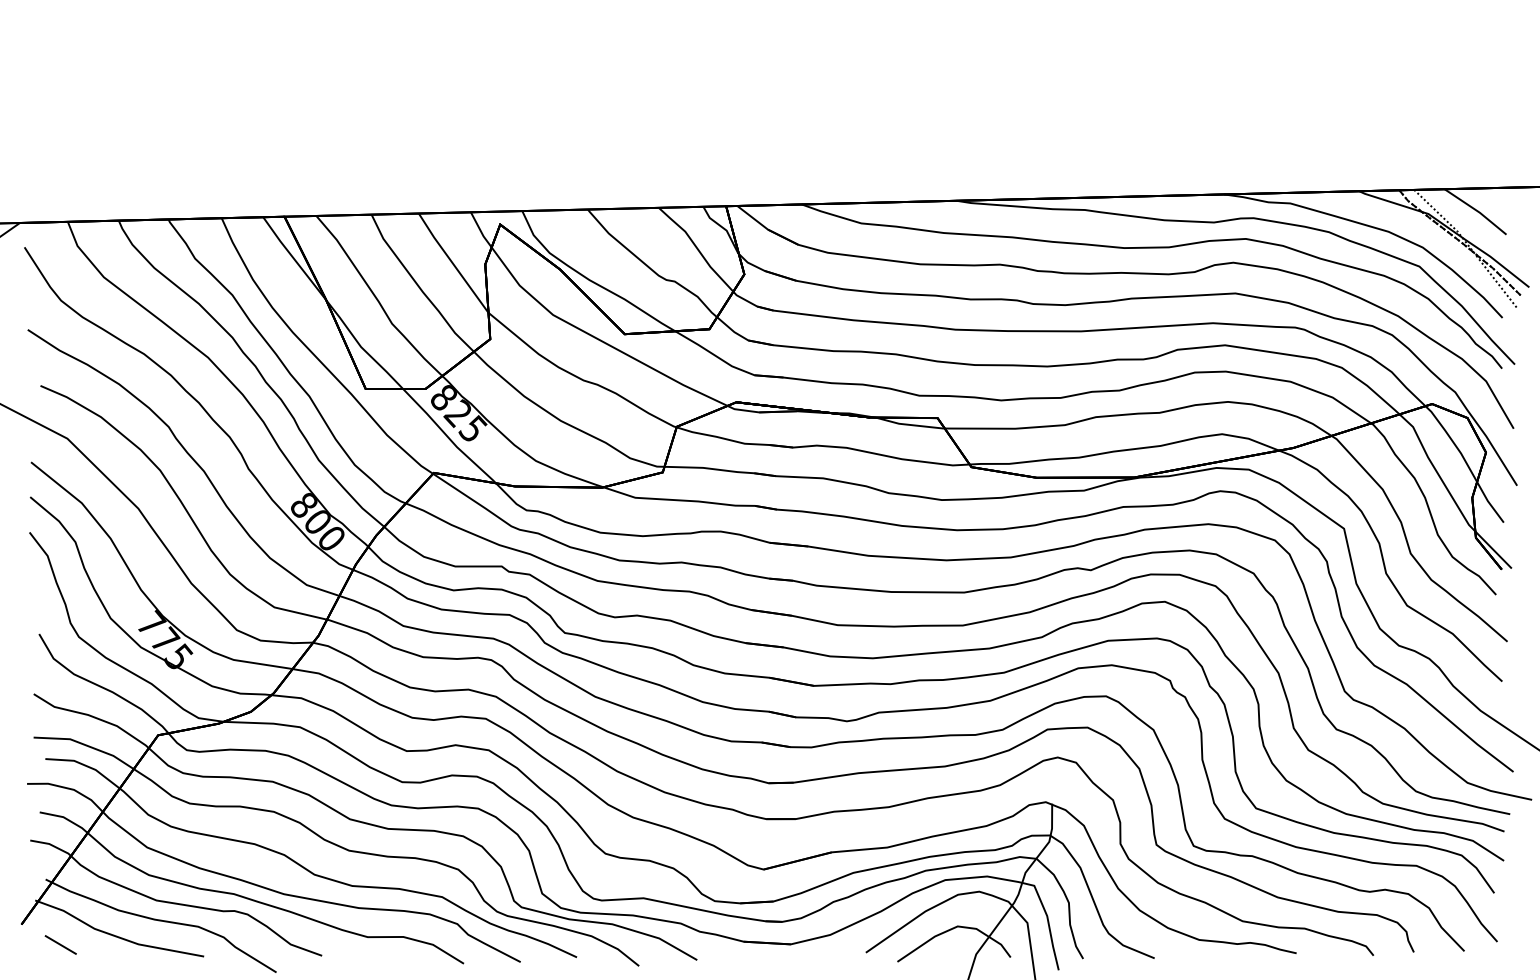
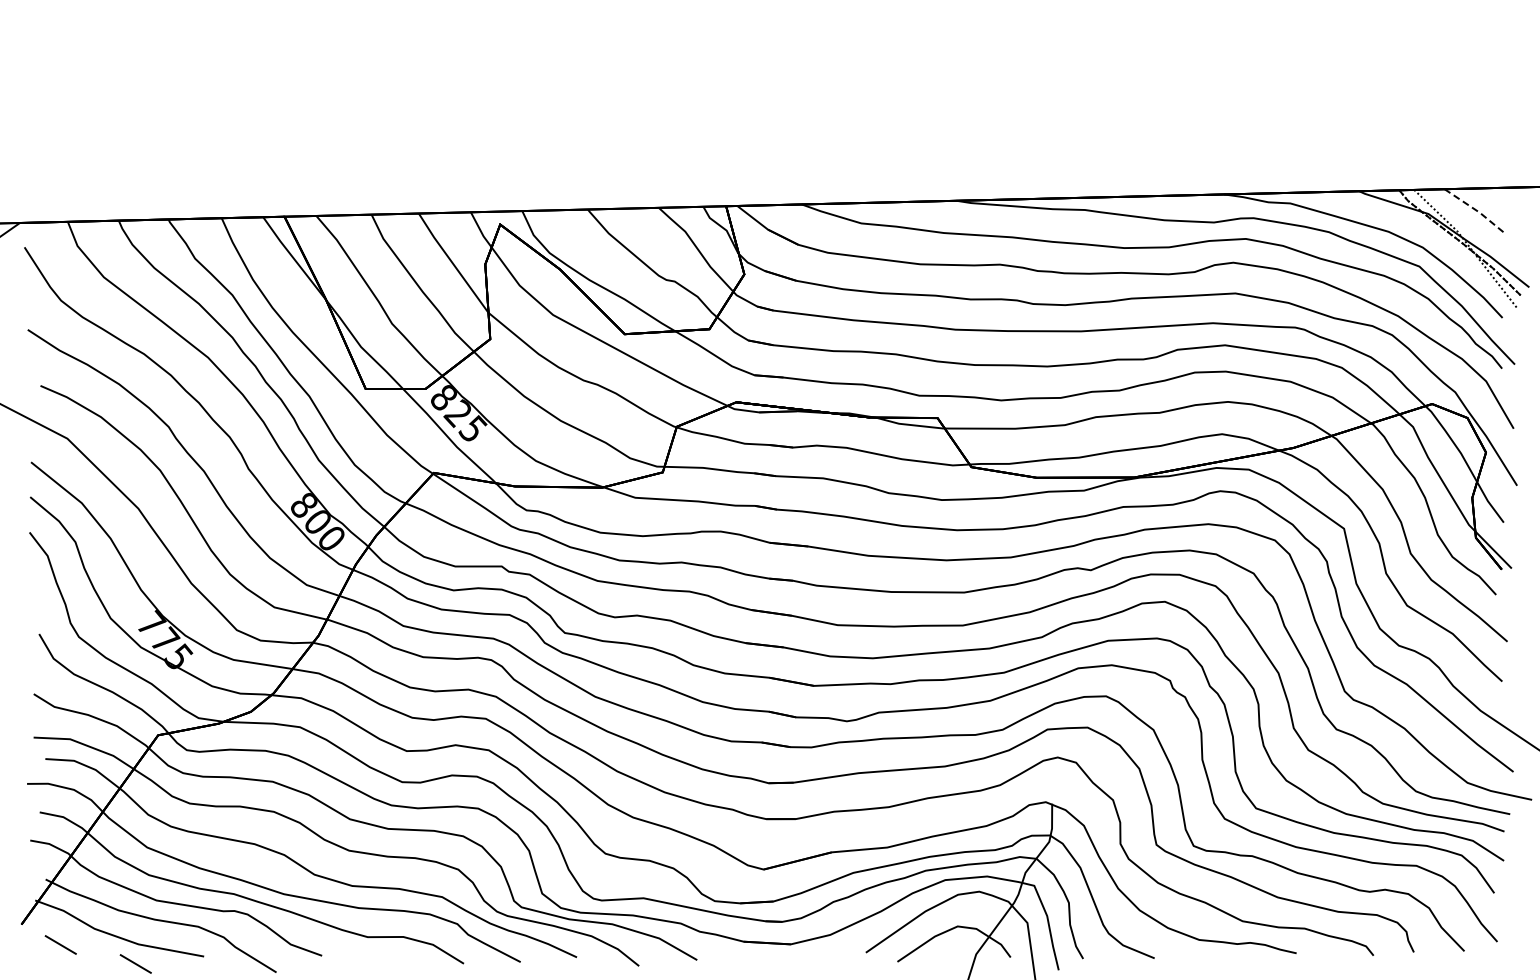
line at (1477, 211): solid -> dashed
line at (135, 963): none -> present
